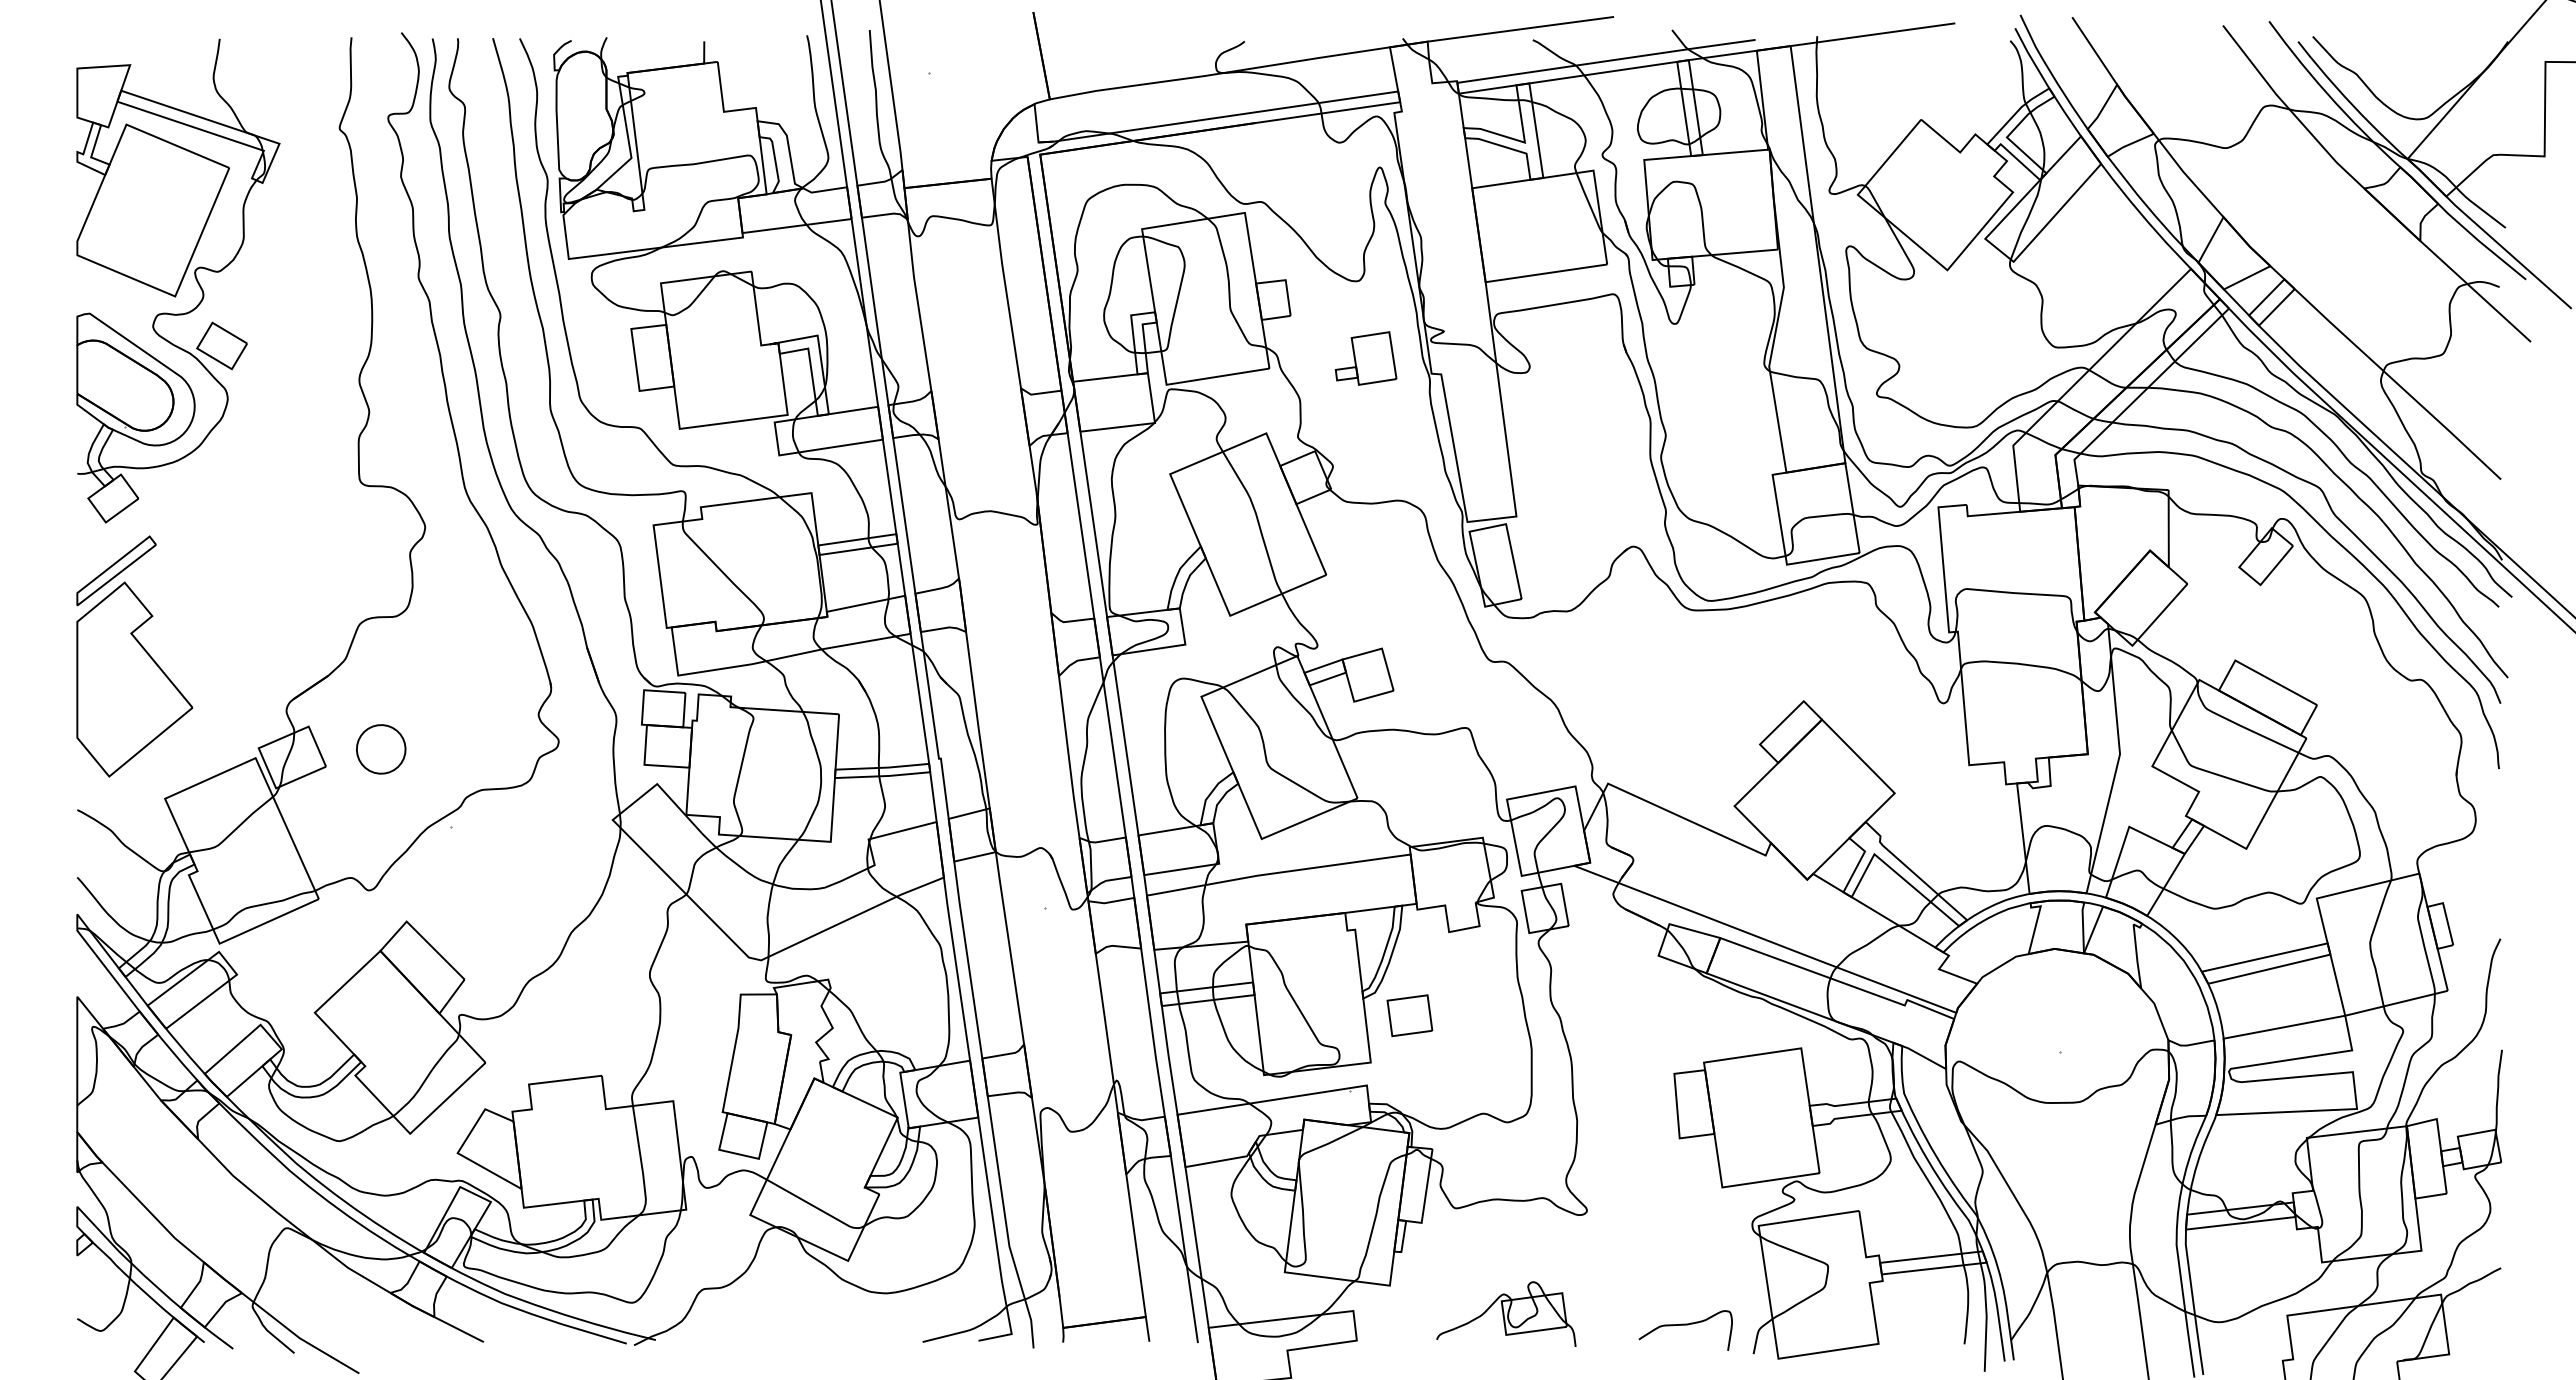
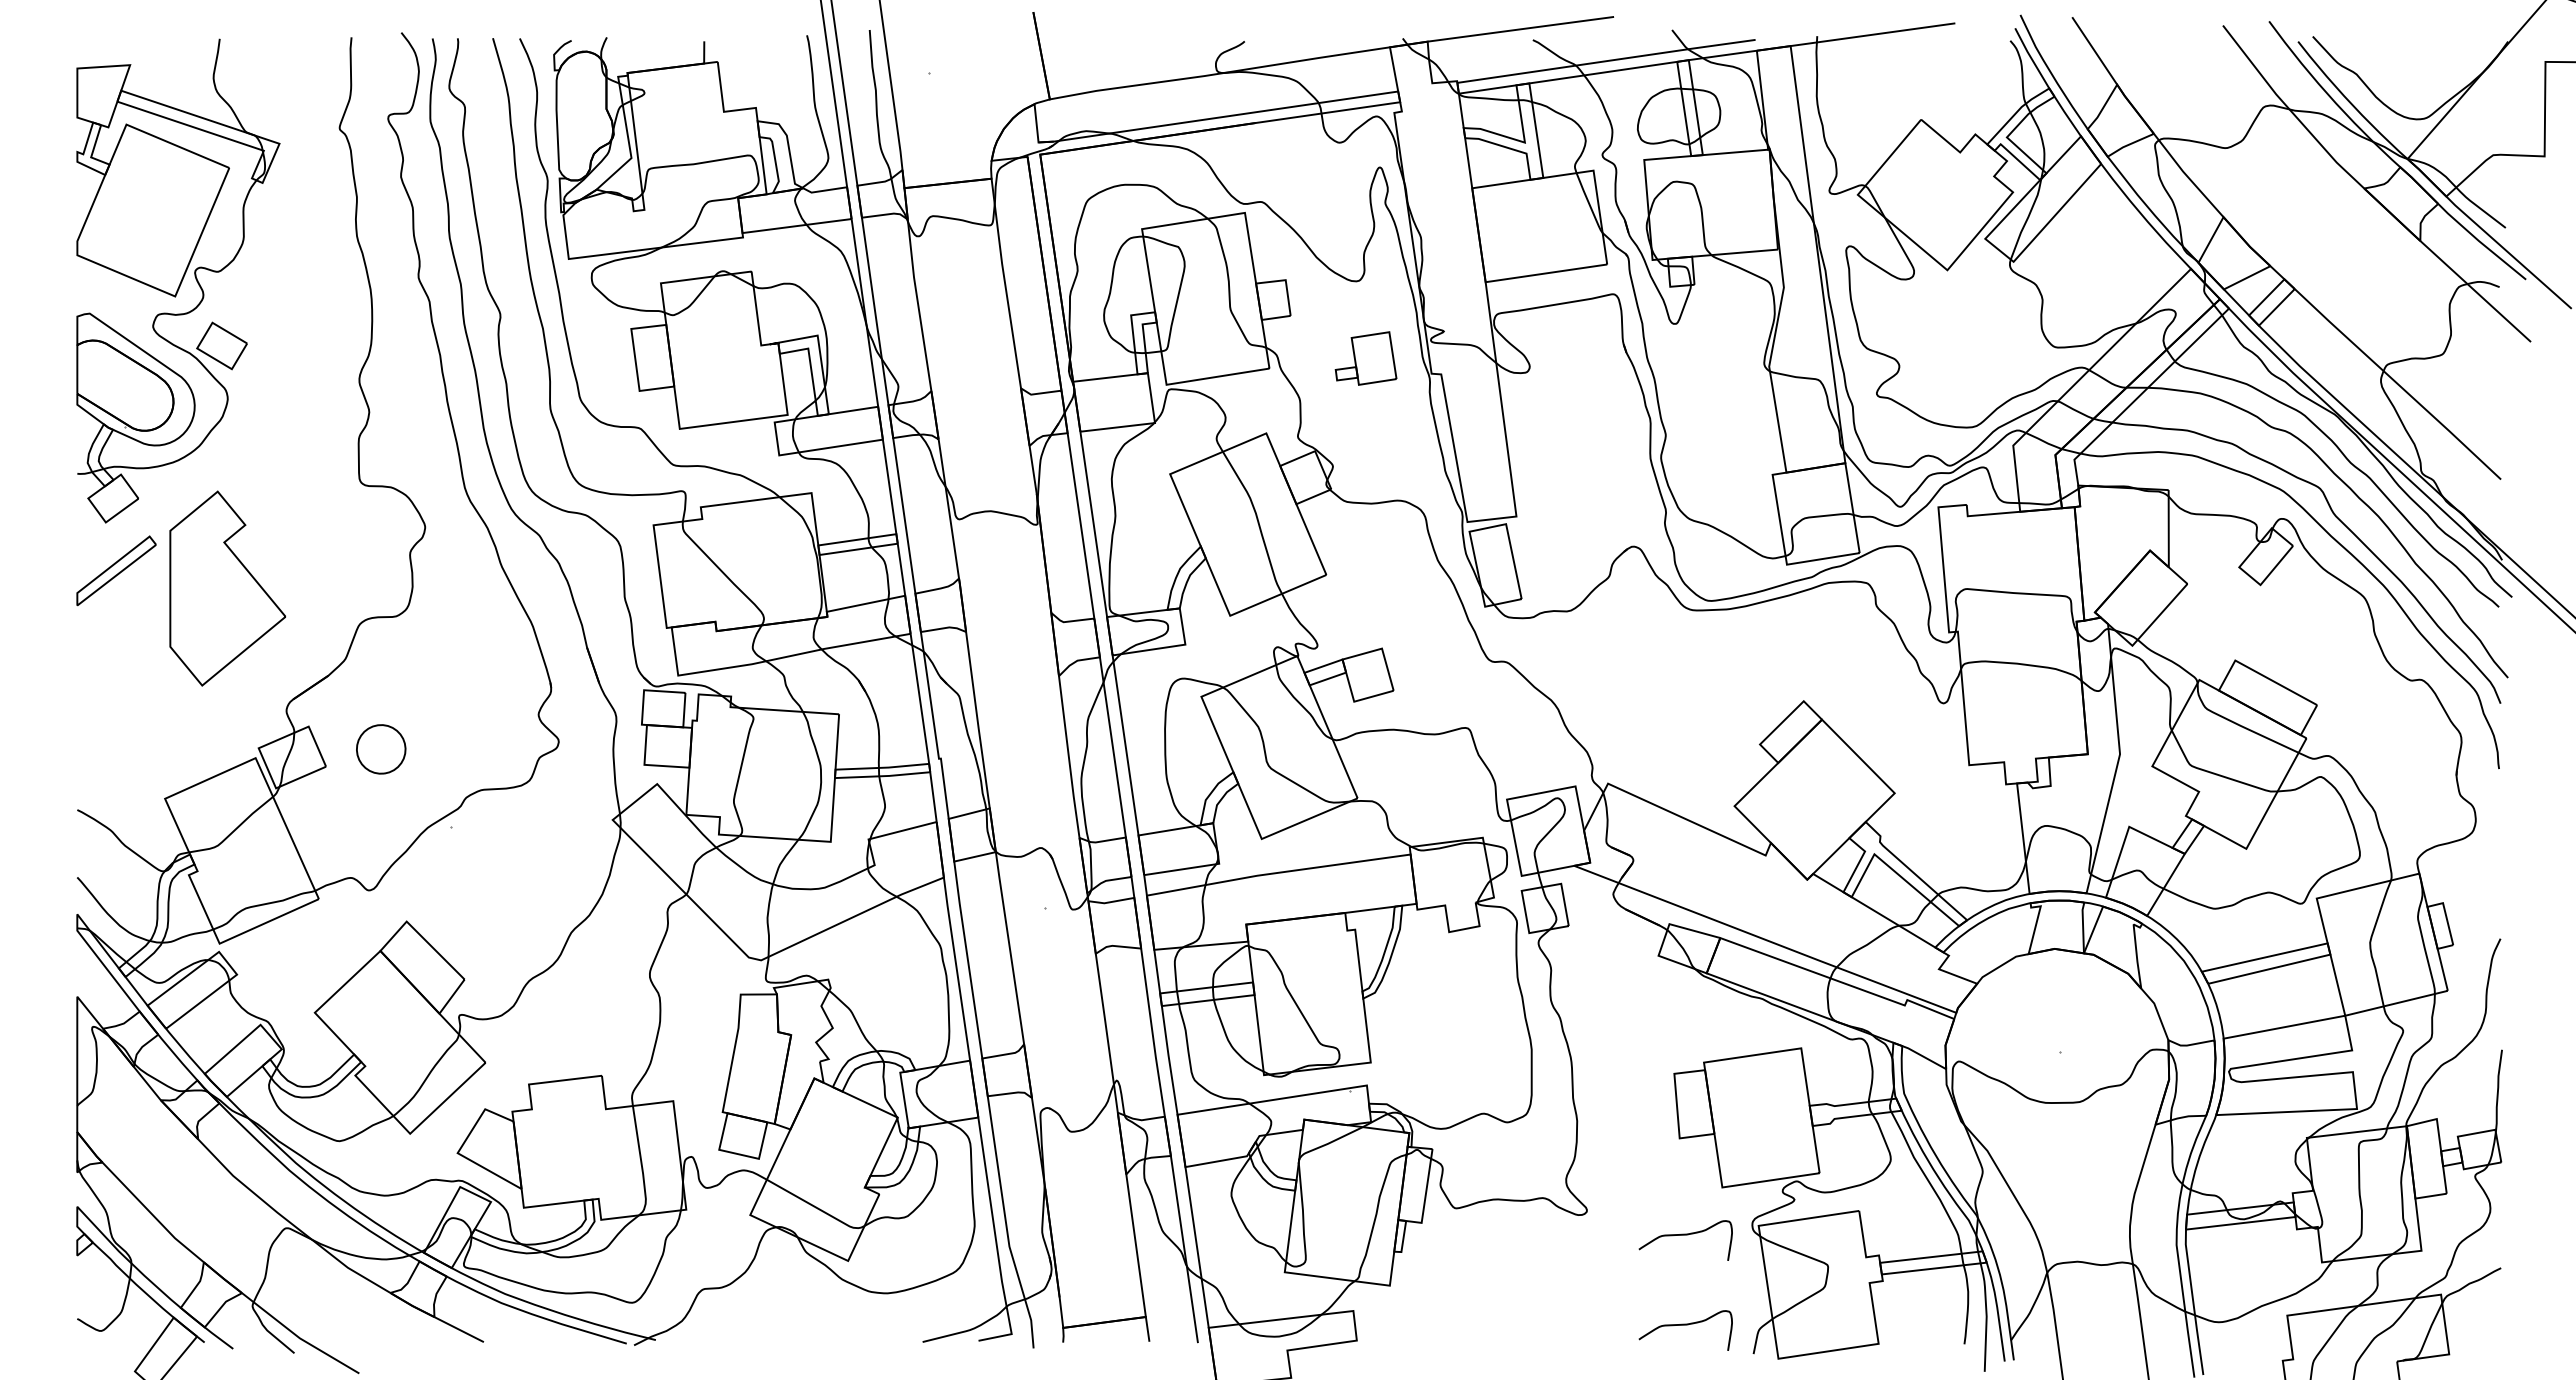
part at (134, 679) position: (134, 679) -> (227, 588)
part at (1409, 1015): present -> none
curve at (1685, 1235): none -> present
part at (1506, 1313): present -> none
